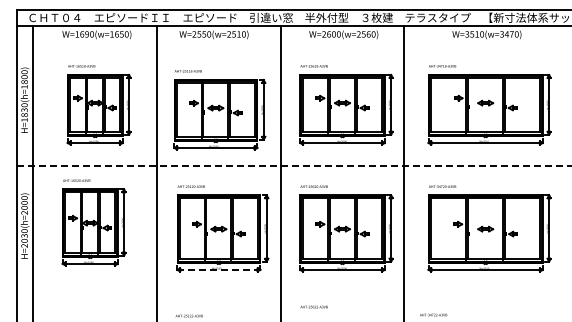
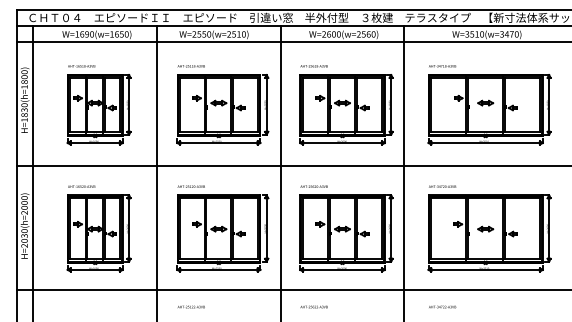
line at (292, 42): none -> present
part at (219, 110) position: (219, 110) -> (222, 105)
line at (294, 166): dashed -> solid
part at (93, 222) position: (93, 222) -> (98, 228)
line at (219, 269): dashed -> solid
line at (292, 289): none -> present
text at (433, 314) position: (433, 314) -> (442, 306)
text at (188, 315) position: (188, 315) -> (190, 306)
